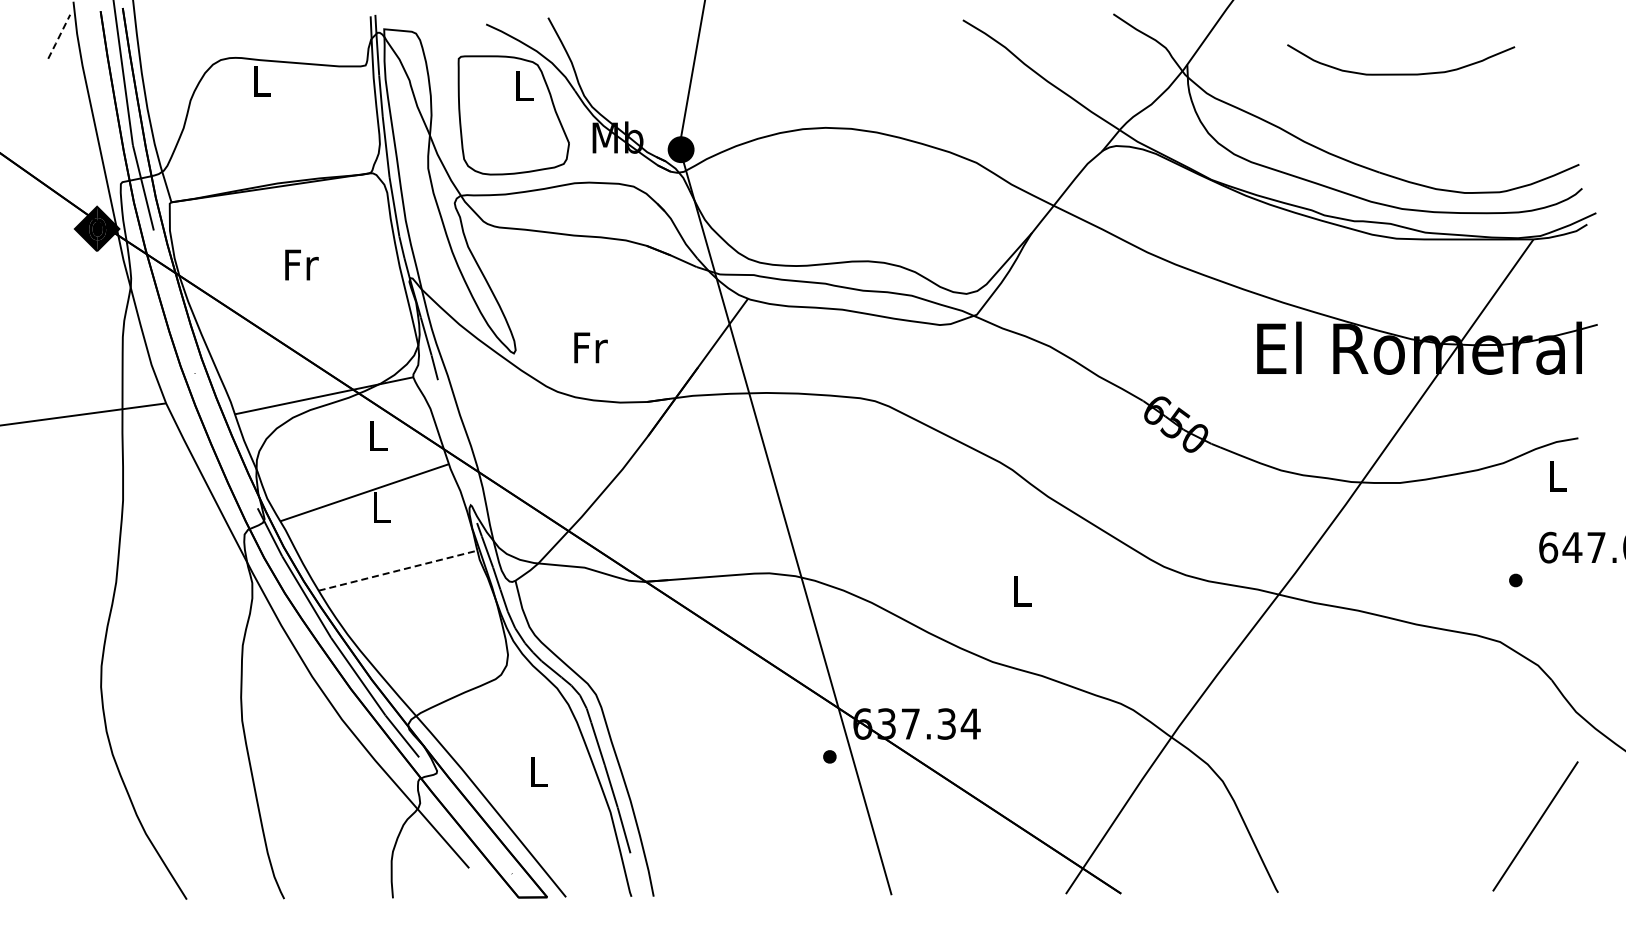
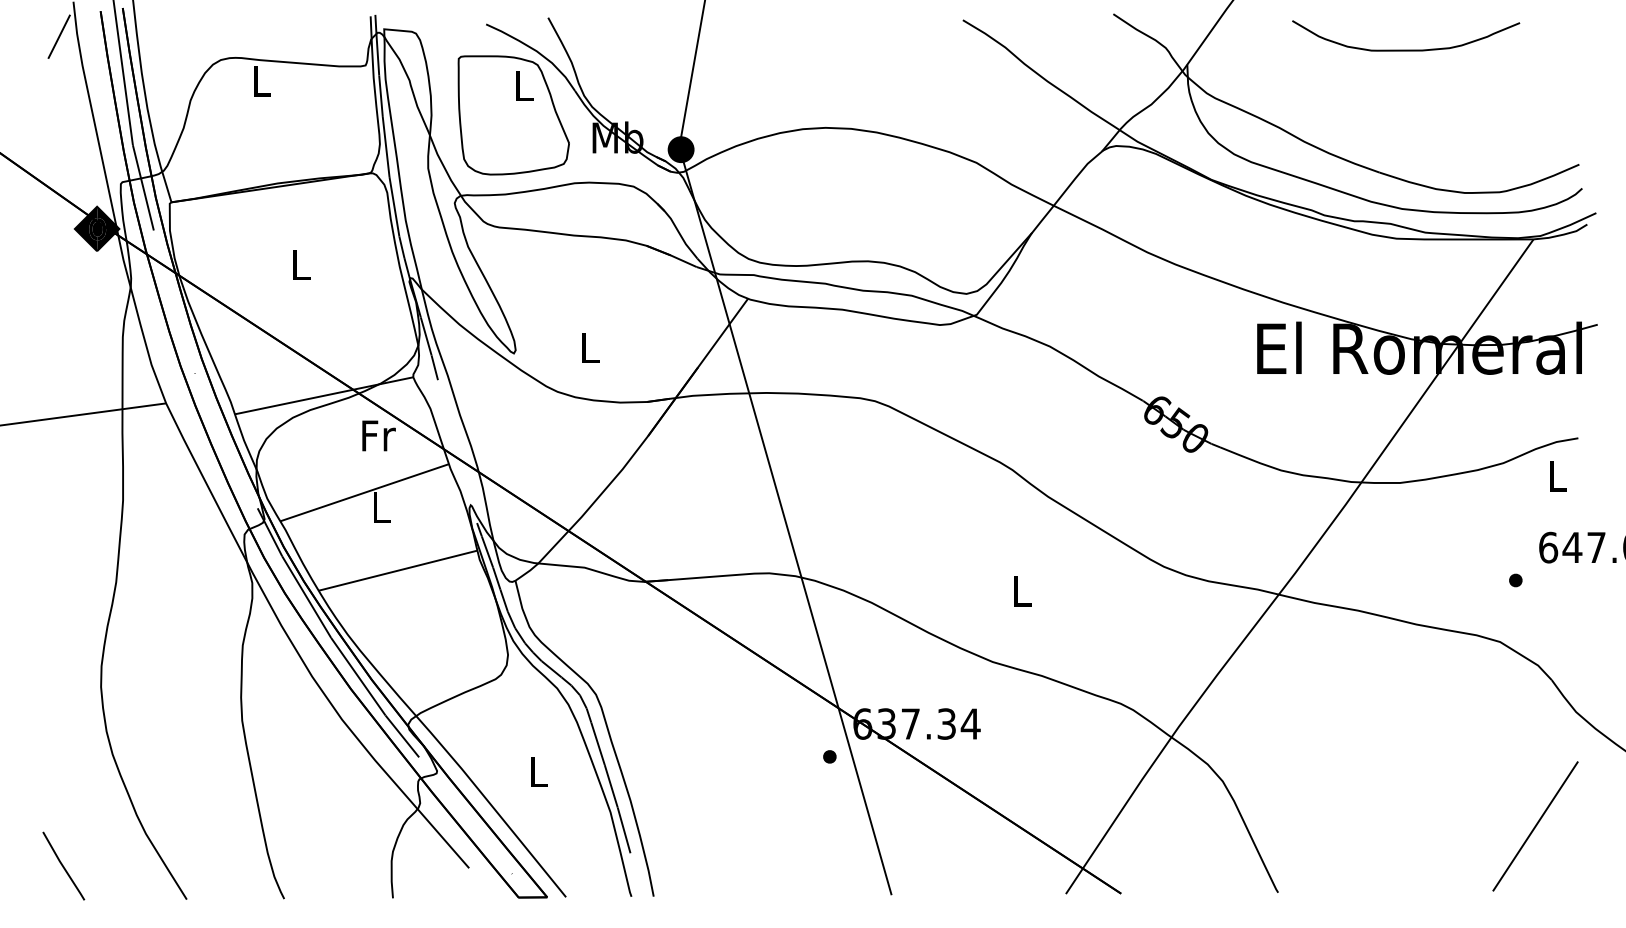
line at (59, 36): dashed -> solid
curve at (1401, 73) position: (1401, 73) -> (1406, 49)
text at (301, 264): Fr -> L
text at (590, 347): Fr -> L
text at (378, 435): L -> Fr
line at (398, 570): dashed -> solid
line at (63, 865): none -> present
